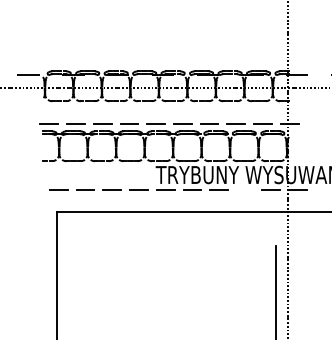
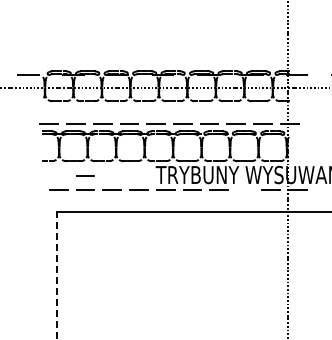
line at (85, 175): none -> present
line at (56, 275): solid -> dashed
line at (275, 290): present -> none
